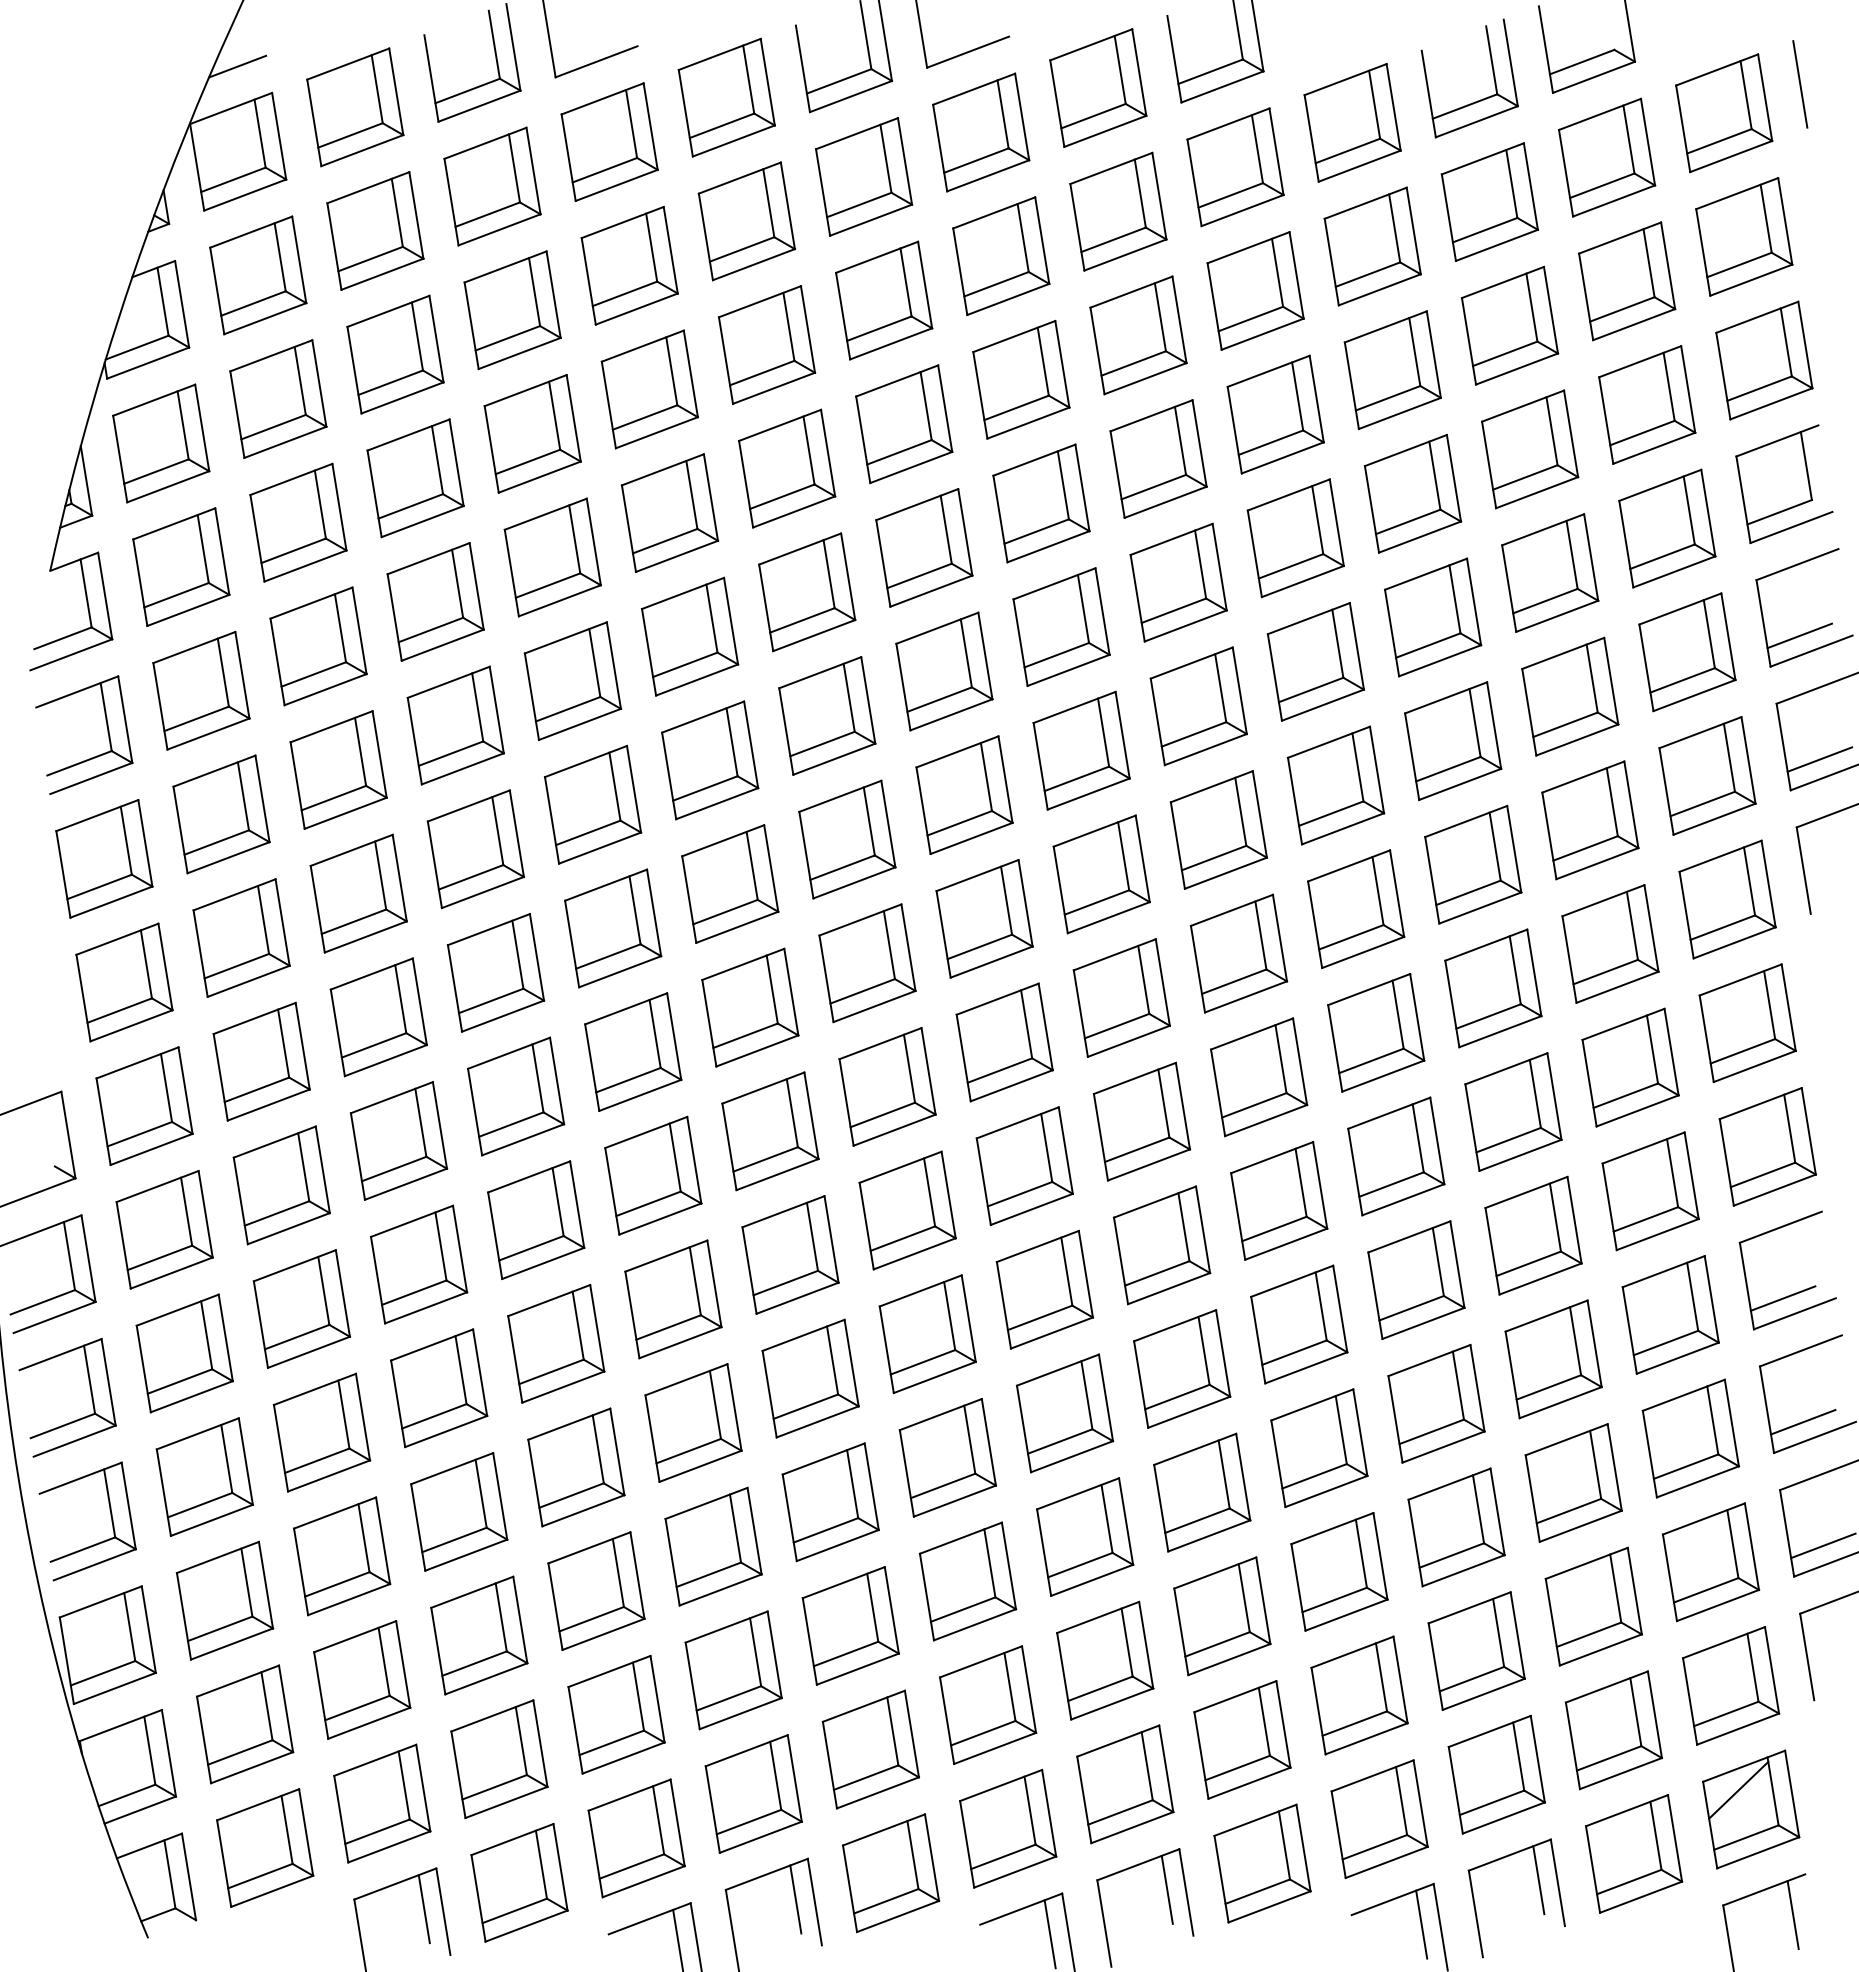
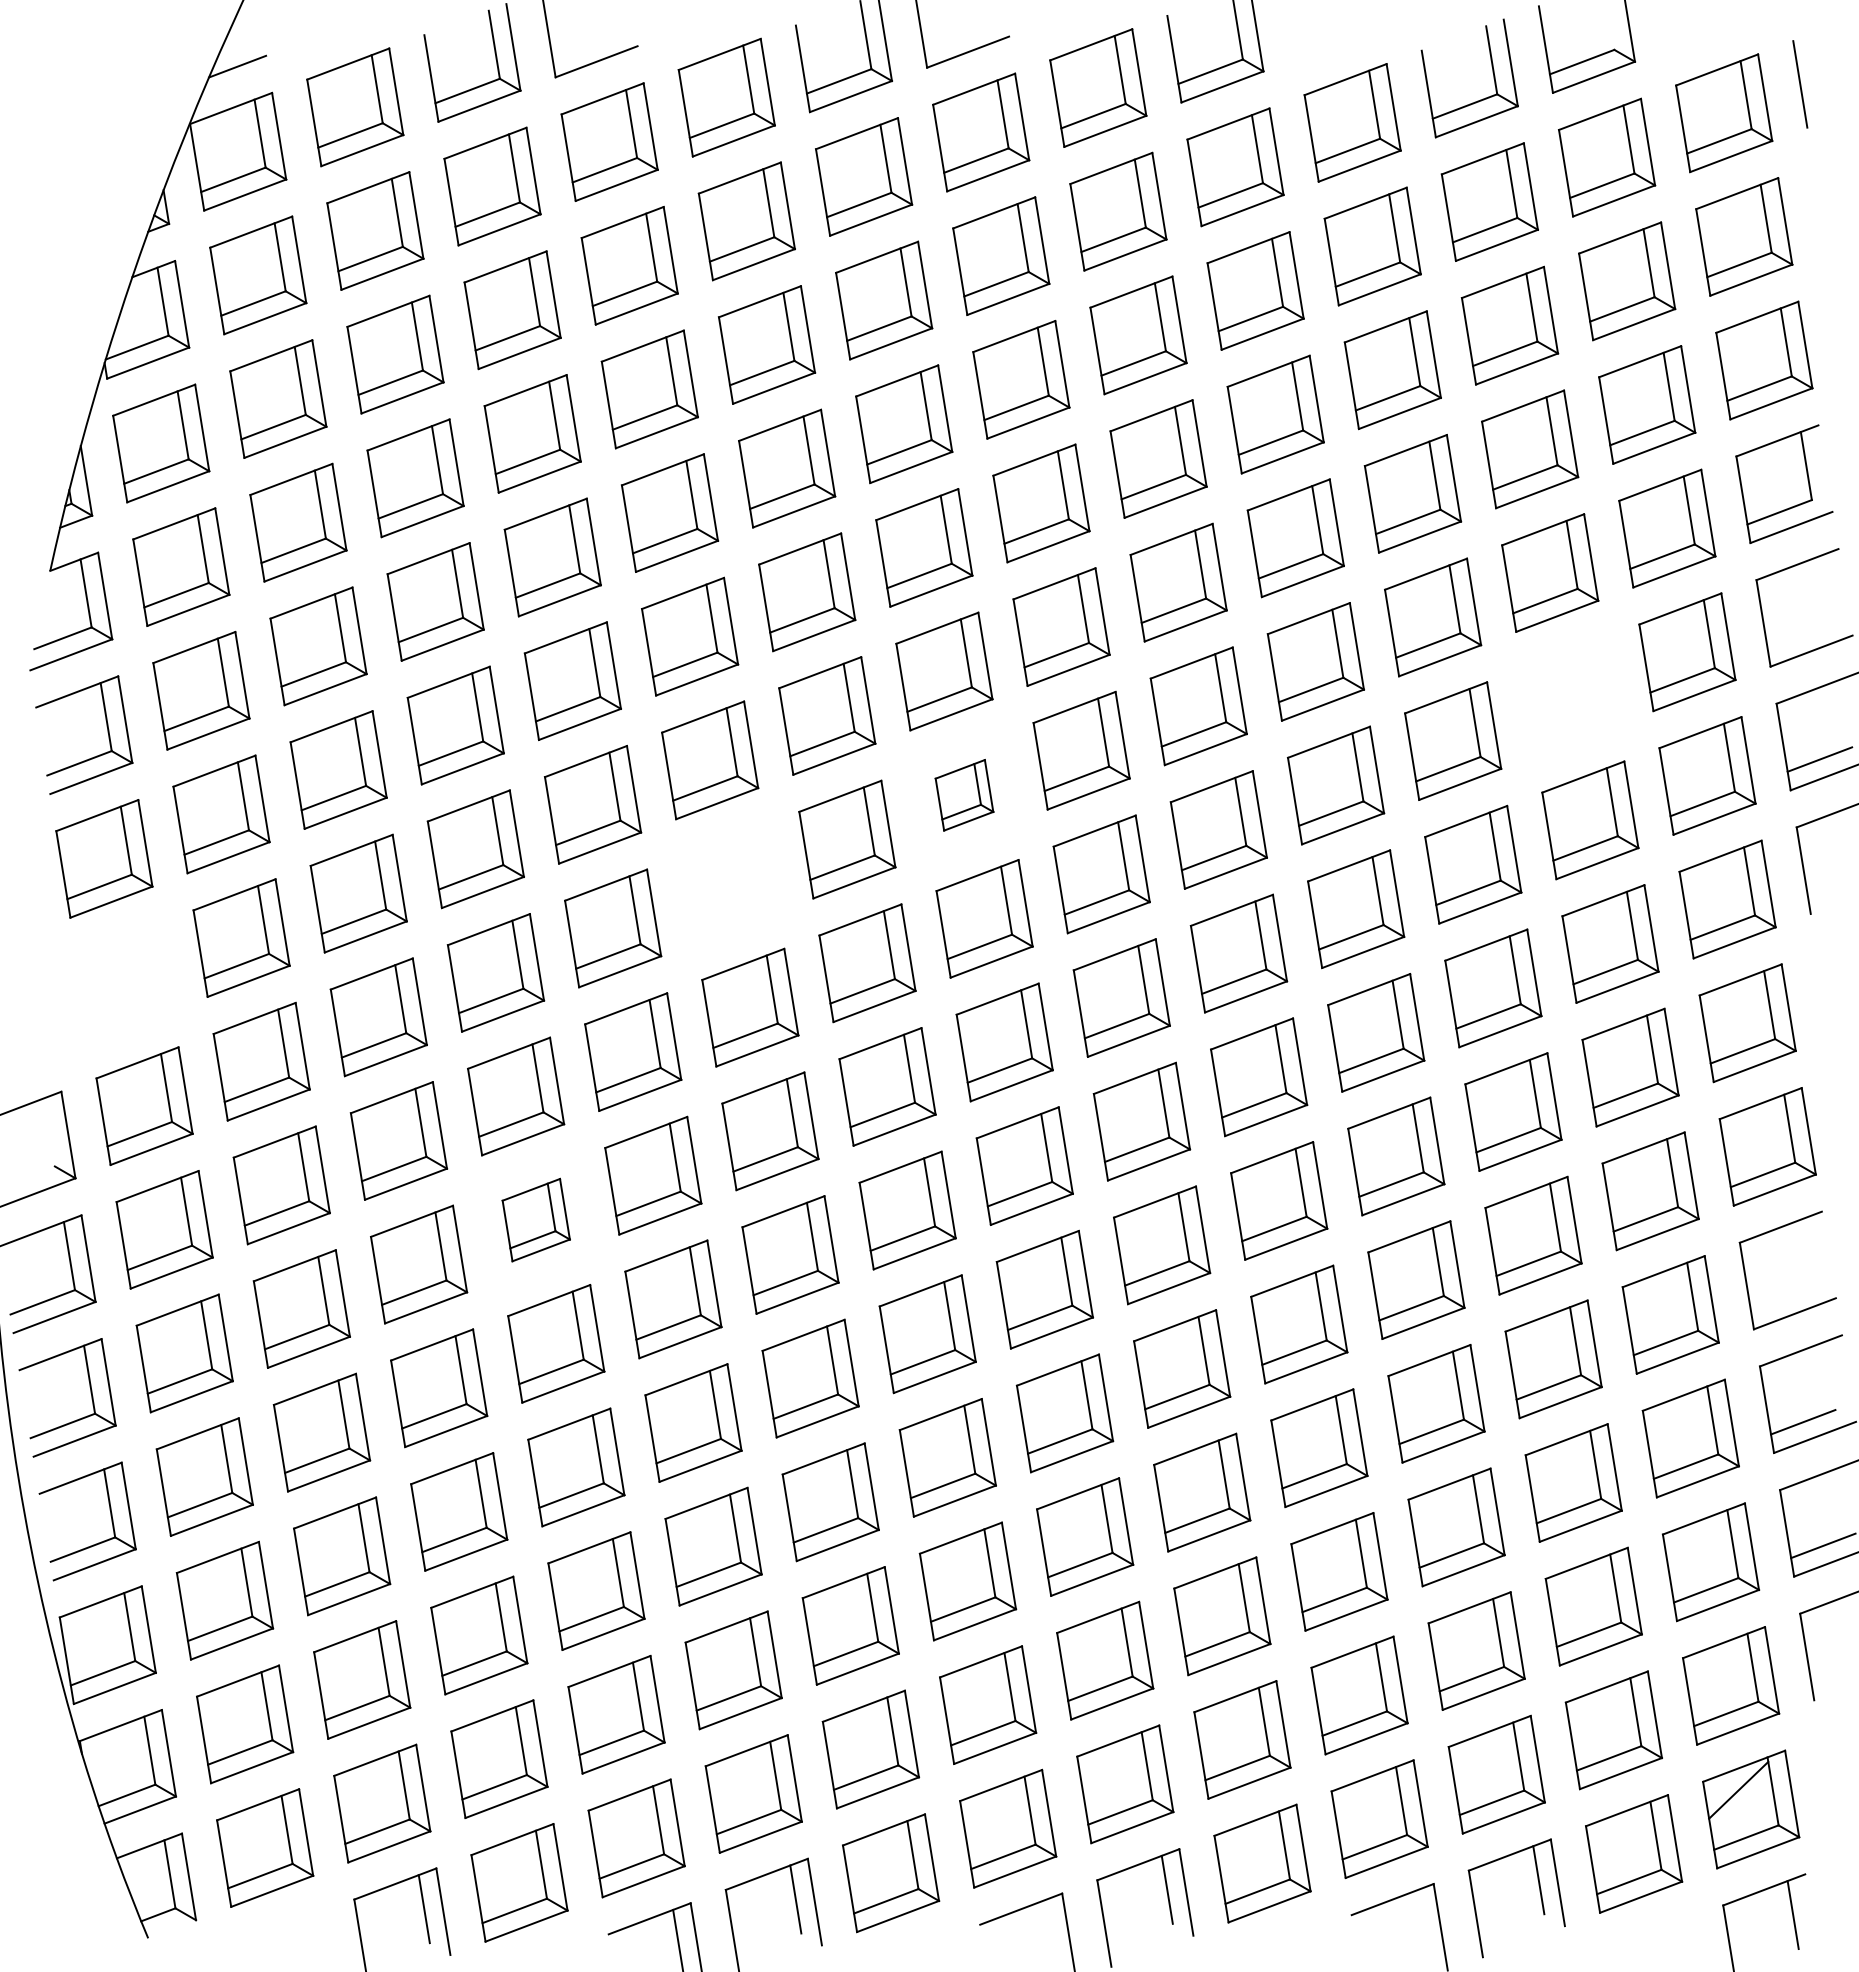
line at (1799, 635): present -> none
part at (1570, 696): present -> none
part at (964, 795) size: 99x121 px -> 61x73 px
part at (730, 883): present -> none
part at (124, 982): present -> none
part at (536, 1219) size: 99x120 px -> 70x86 px
line at (1782, 1298): present -> none
line at (1421, 1924): present -> none
line at (1049, 1934): present -> none
